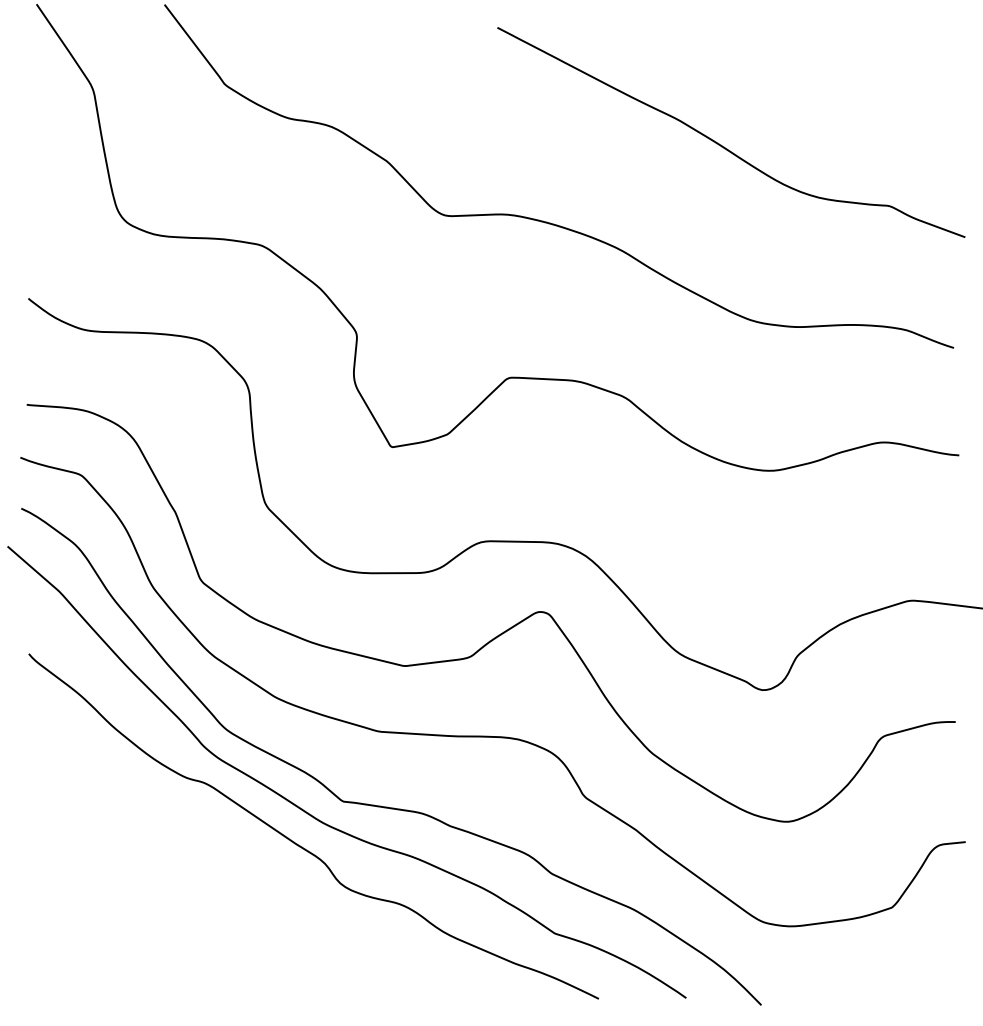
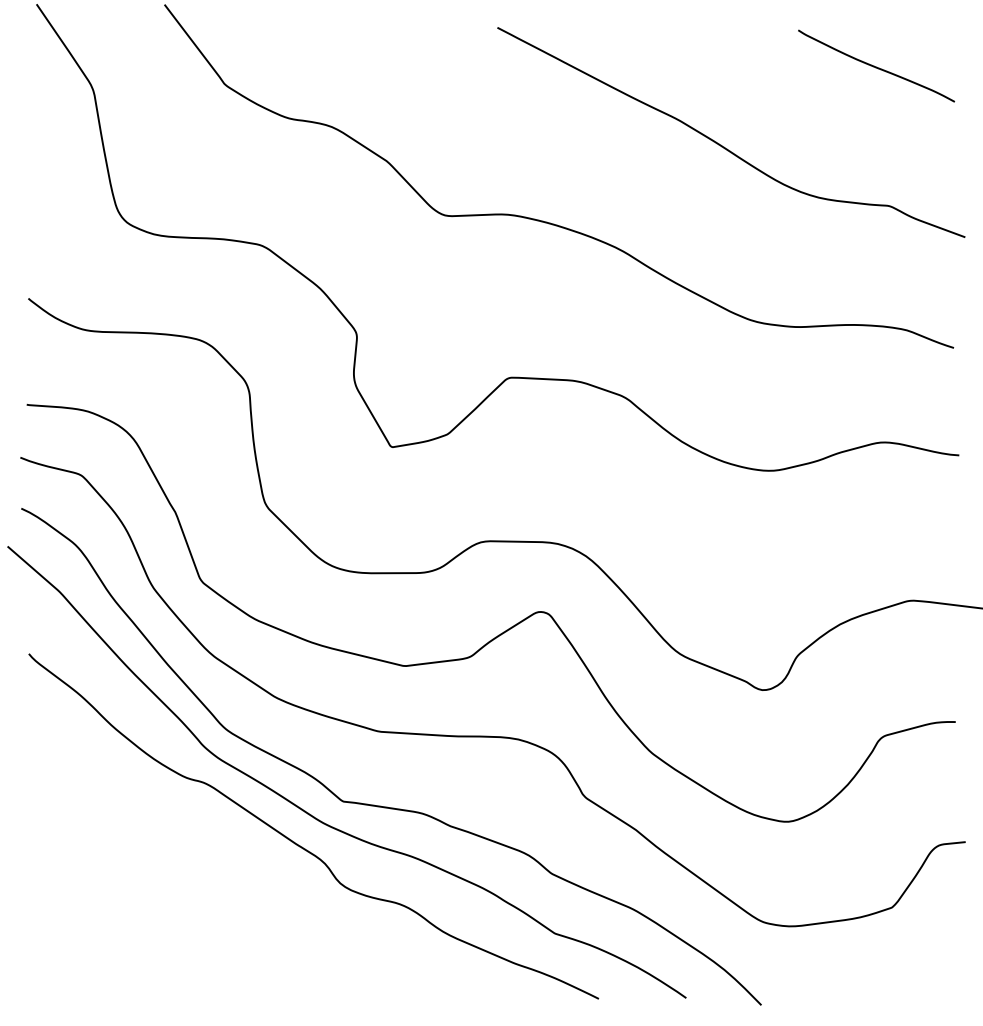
curve at (876, 66): none -> present
